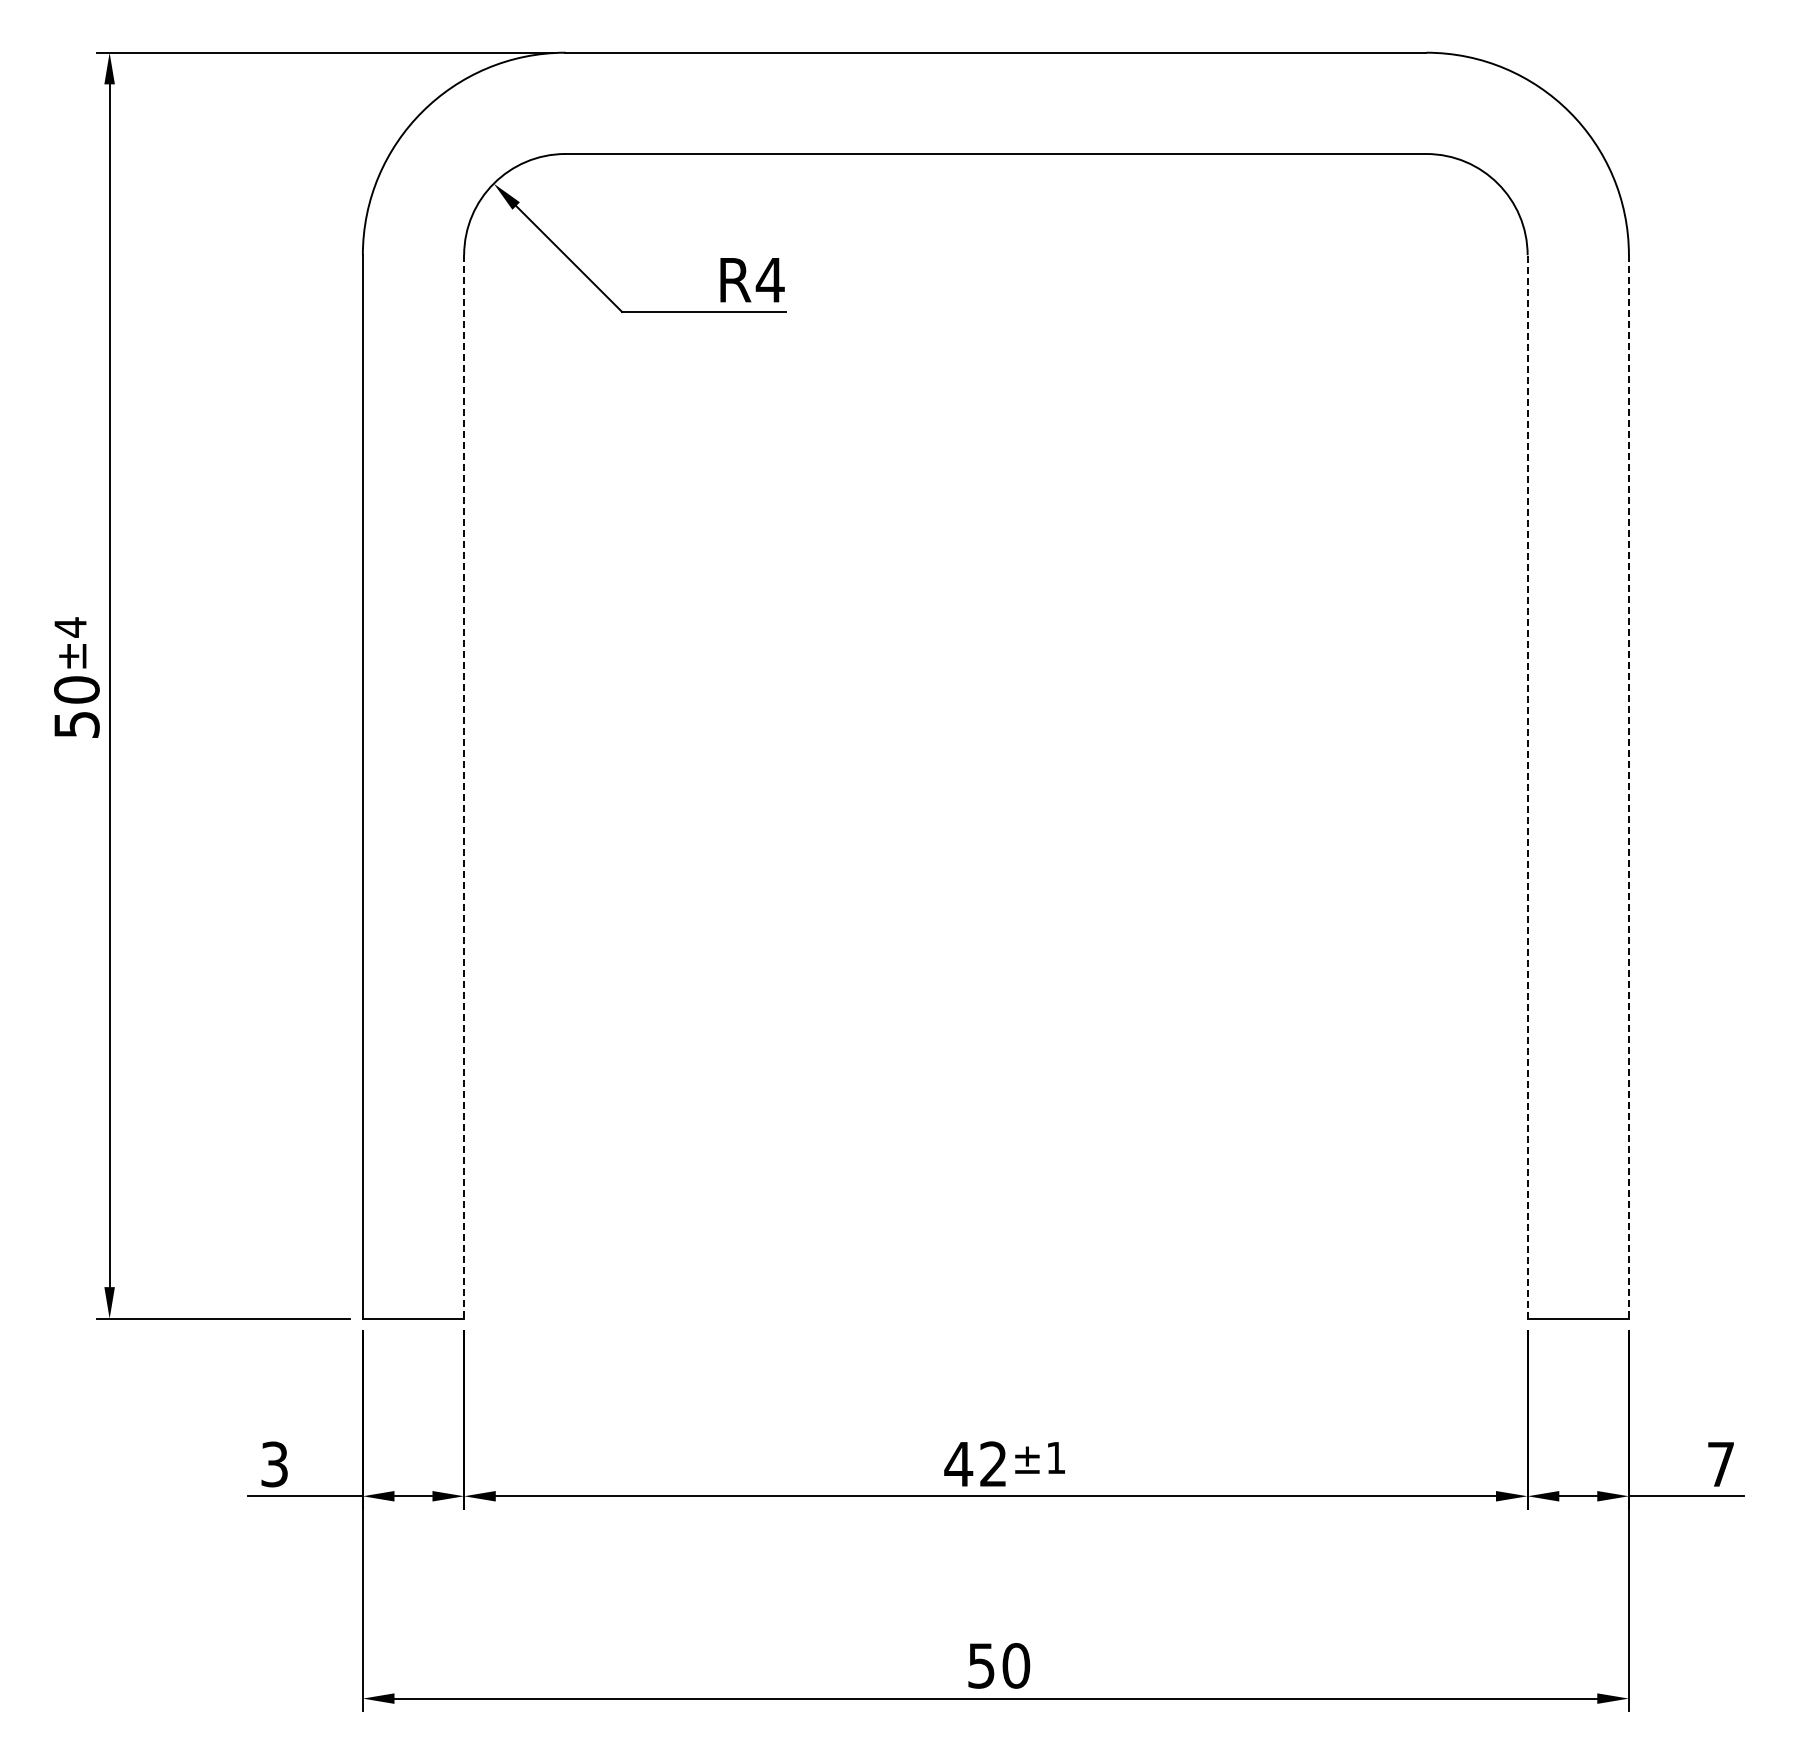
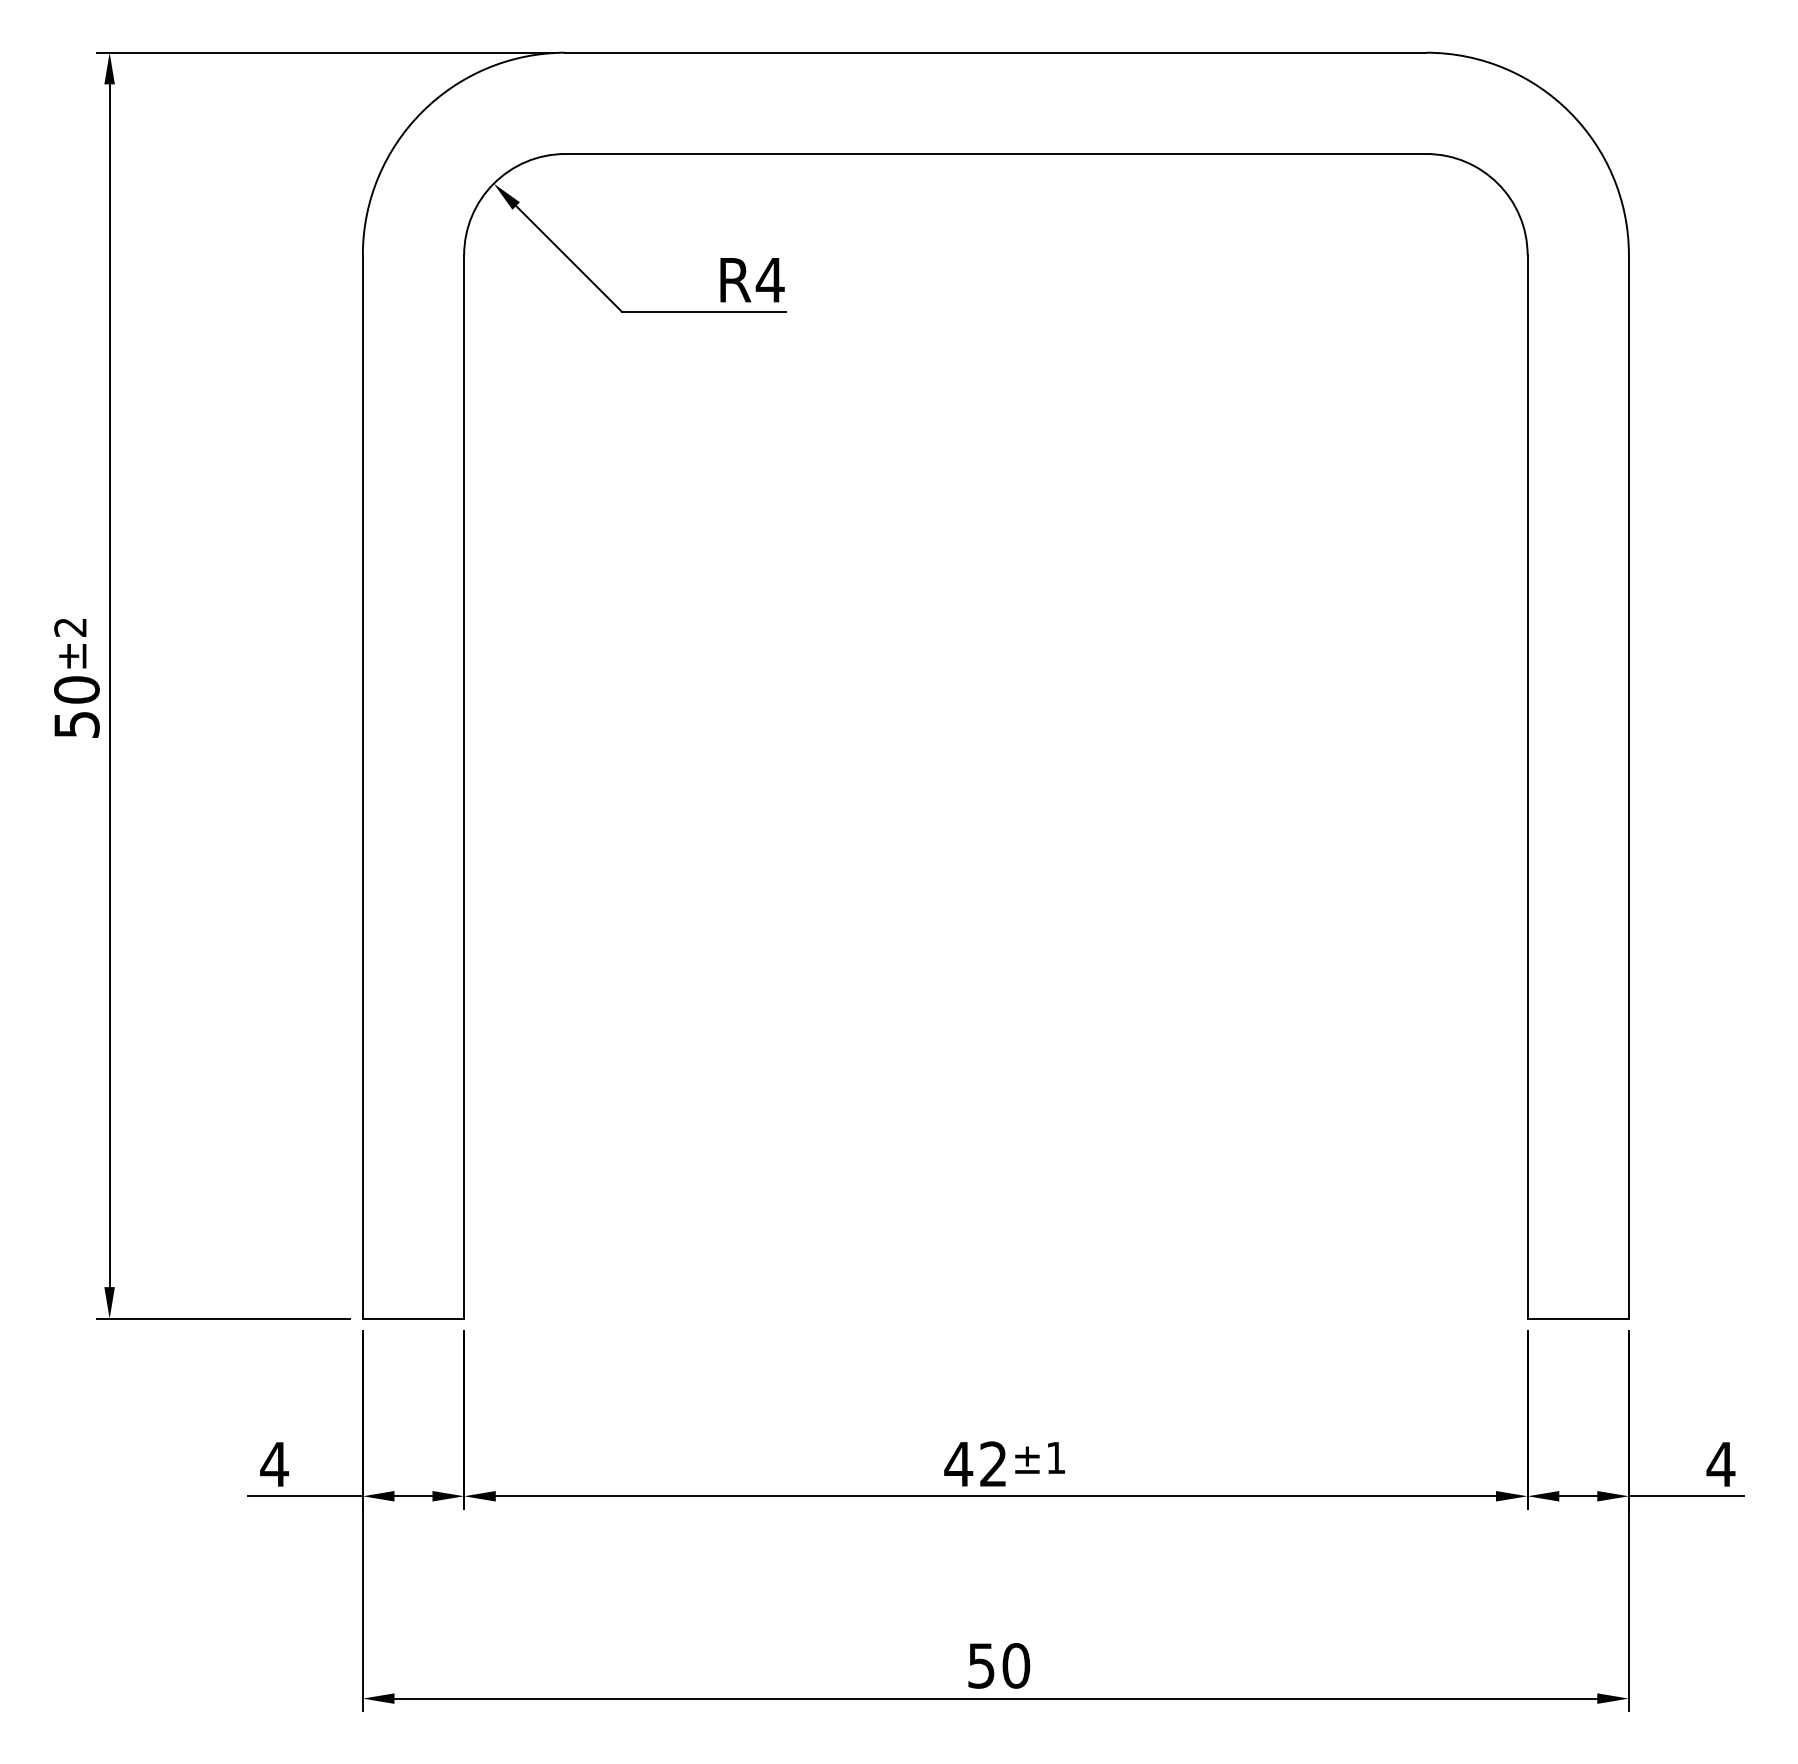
text at (70, 627): ±4 -> ±2
line at (464, 787): dashed -> solid
line at (1527, 787): dashed -> solid
line at (1628, 787): dashed -> solid
text at (274, 1464): 3 -> 4
text at (1720, 1464): 7 -> 4
